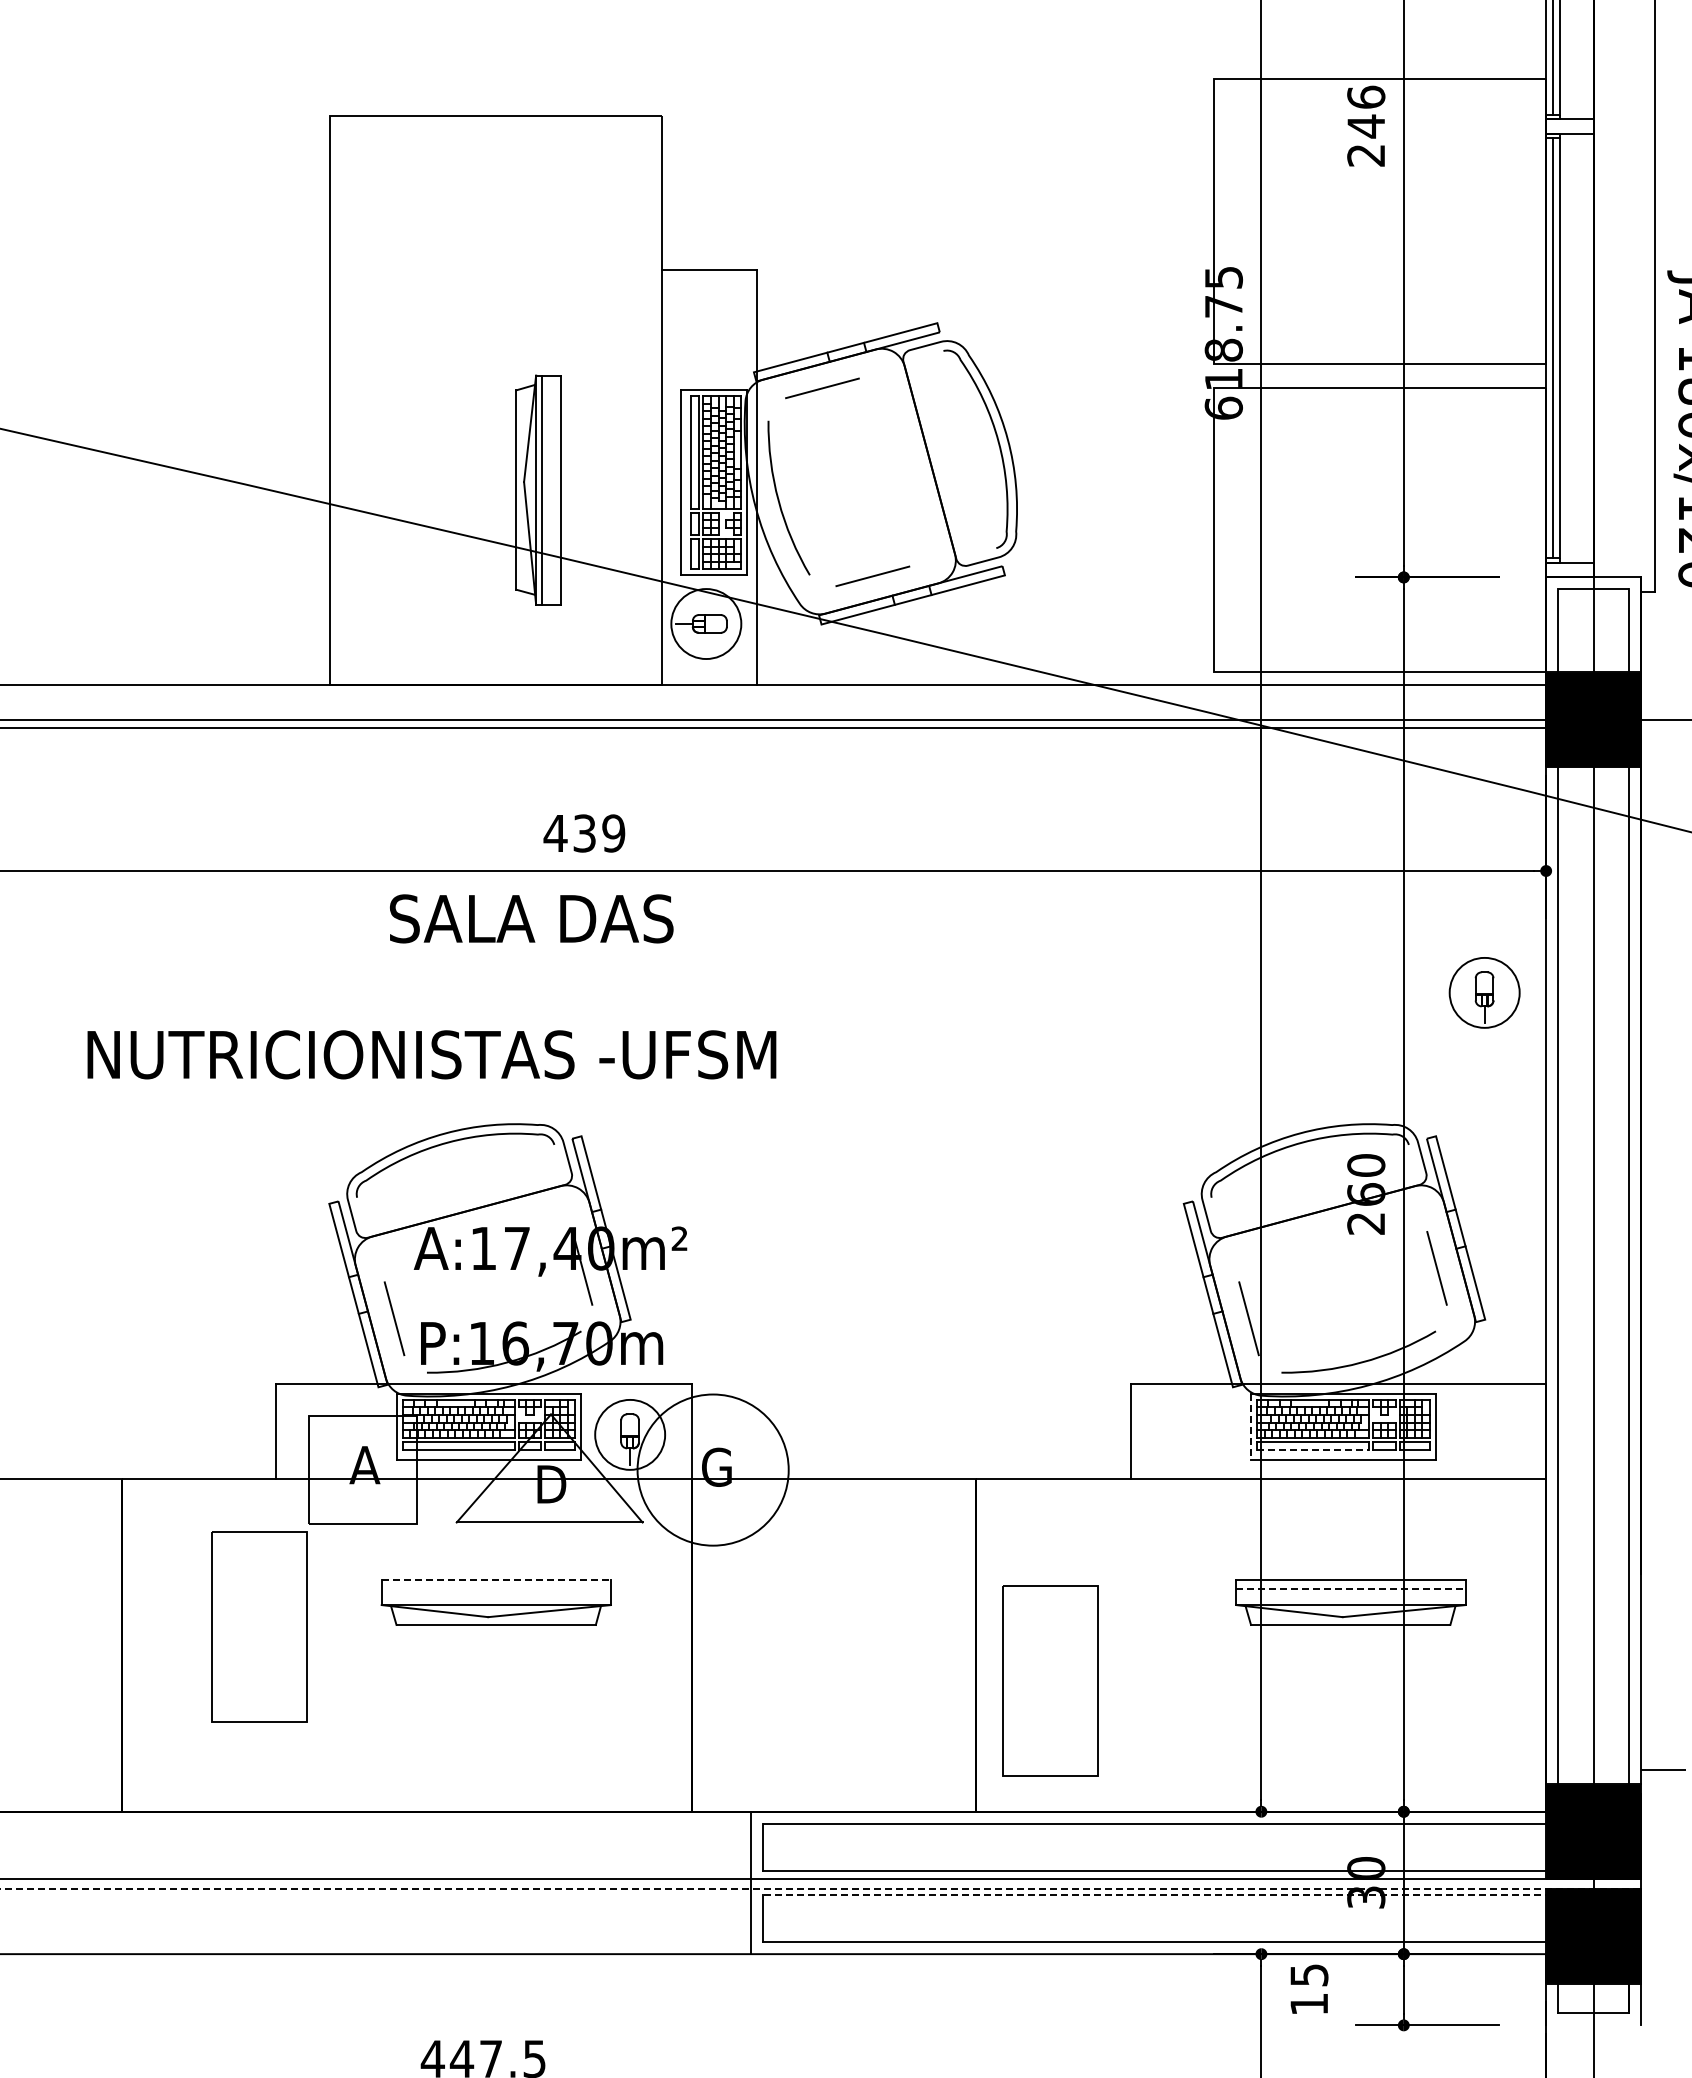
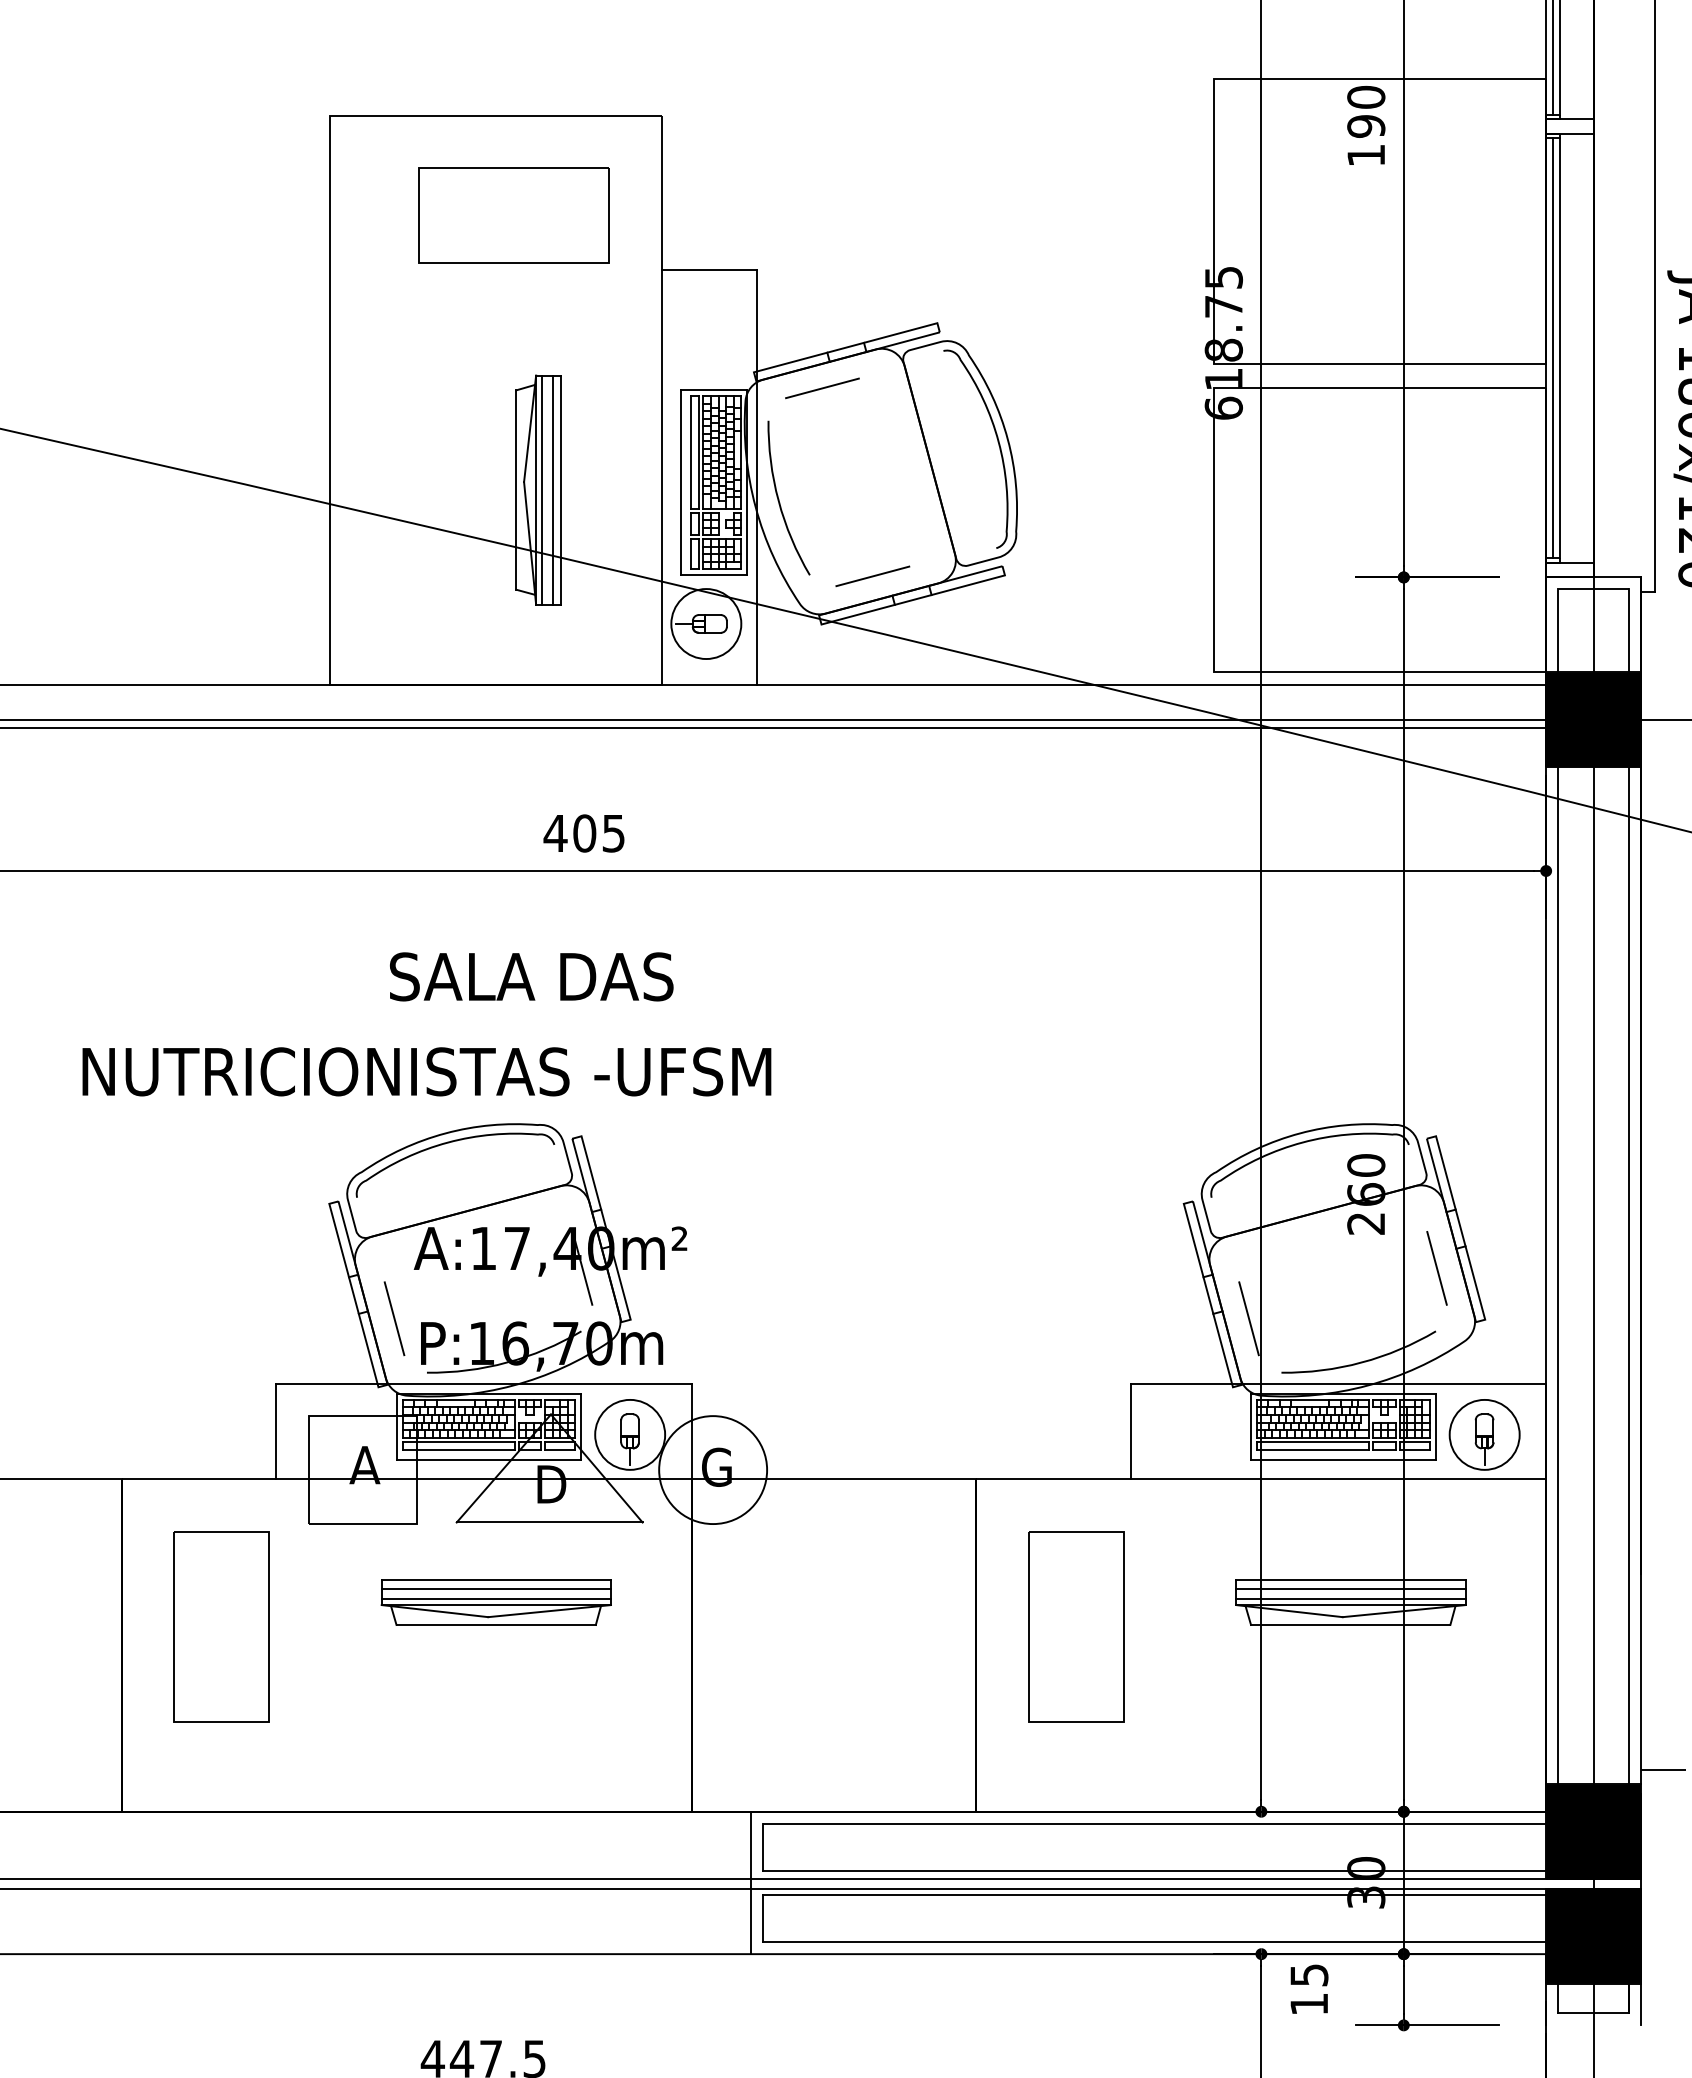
text at (1366, 125): 246 -> 190
part at (513, 215): none -> present
line at (552, 489): none -> present
text at (599, 833): 439 -> 405
text at (531, 918) position: (531, 918) -> (531, 976)
part at (1484, 992) position: (1484, 992) -> (1484, 1434)
text at (431, 1054) position: (431, 1054) -> (426, 1071)
line at (1251, 1427): dashed -> solid
line at (1313, 1450): dashed -> solid
circle at (712, 1469) diameter: 151 px -> 108 px
line at (496, 1580): dashed -> solid
line at (496, 1588): none -> present
line at (1350, 1588): dashed -> solid
line at (496, 1598): none -> present
line at (1350, 1598): none -> present
part at (259, 1626) position: (259, 1626) -> (221, 1626)
part at (1050, 1680) position: (1050, 1680) -> (1076, 1626)
line at (821, 1888): dashed -> solid
line at (1195, 1894): dashed -> solid
